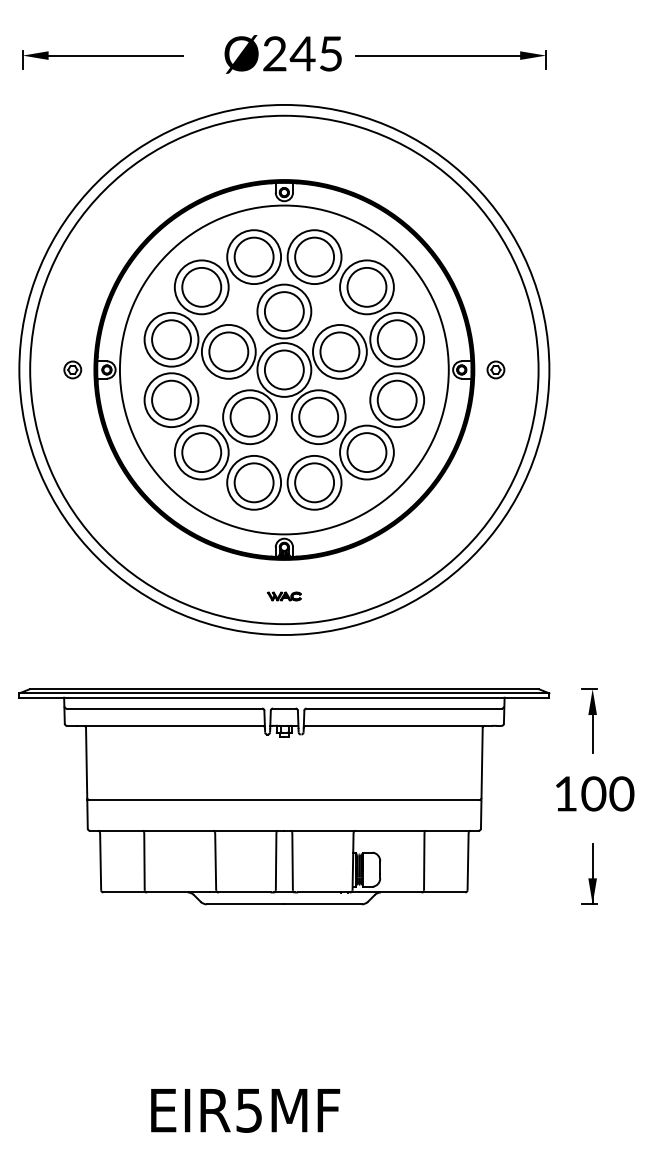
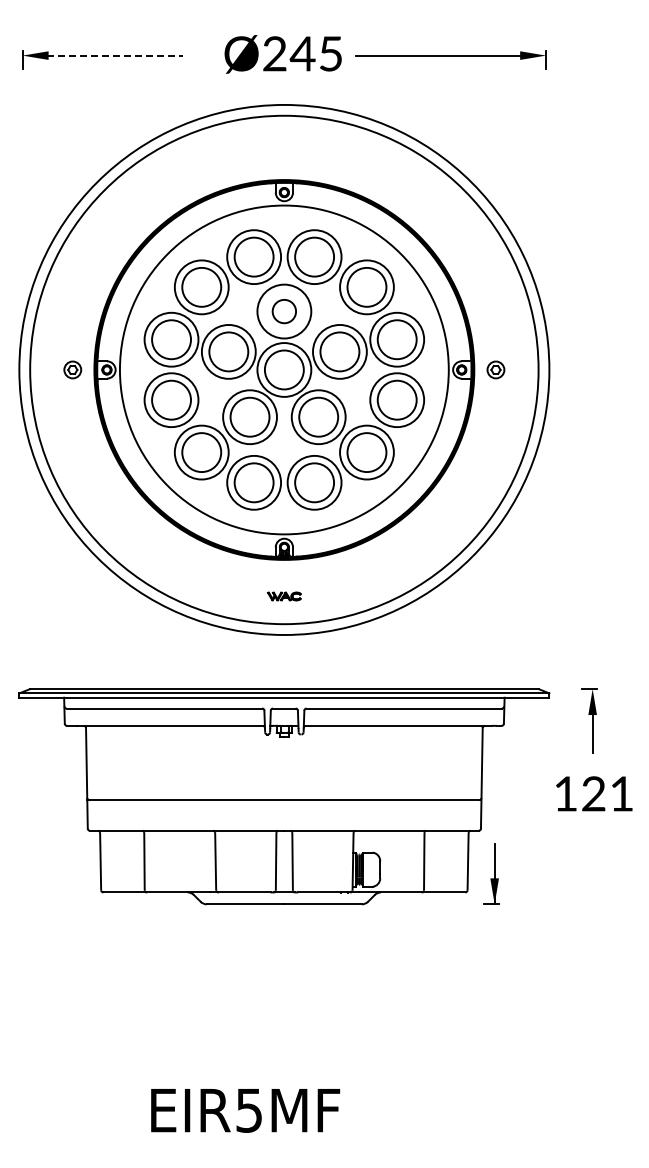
line at (109, 55): solid -> dashed
circle at (283, 311) diameter: 39 px -> 23 px
text at (607, 793): 100 -> 121
part at (589, 873) position: (589, 873) -> (491, 873)
